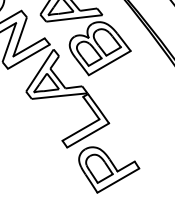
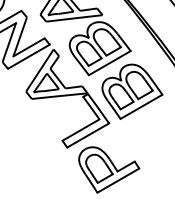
part at (132, 91): none -> present
